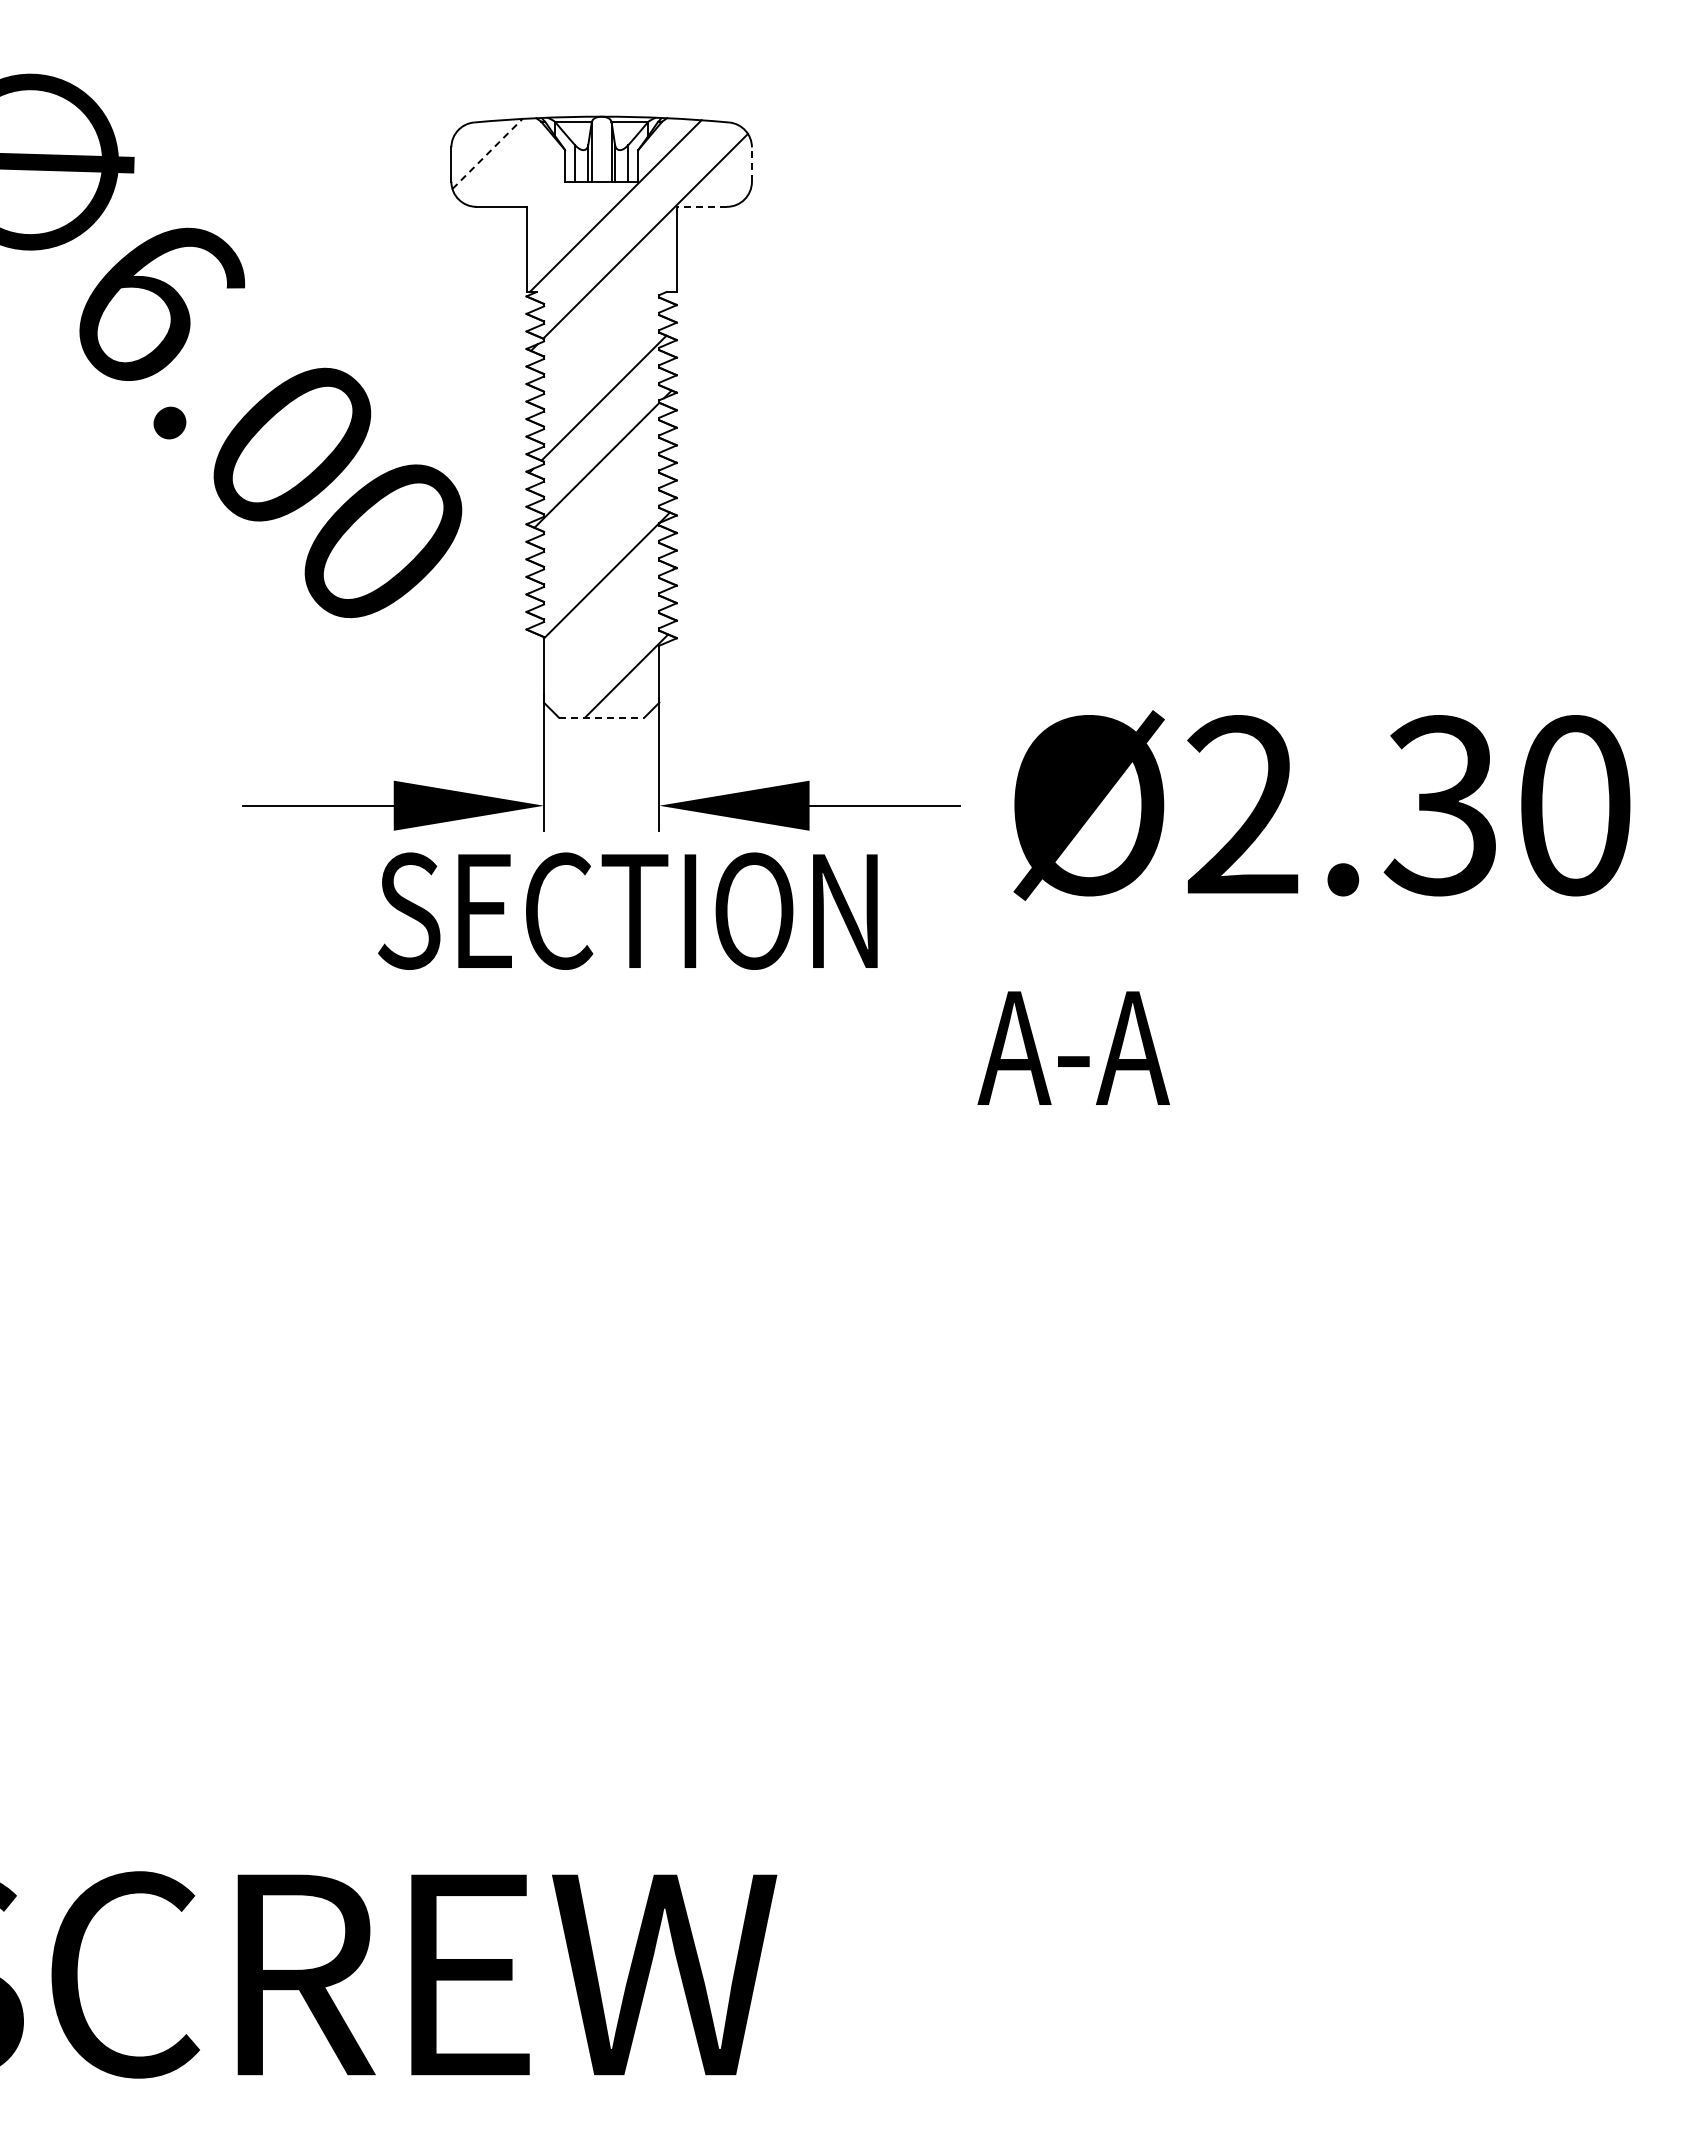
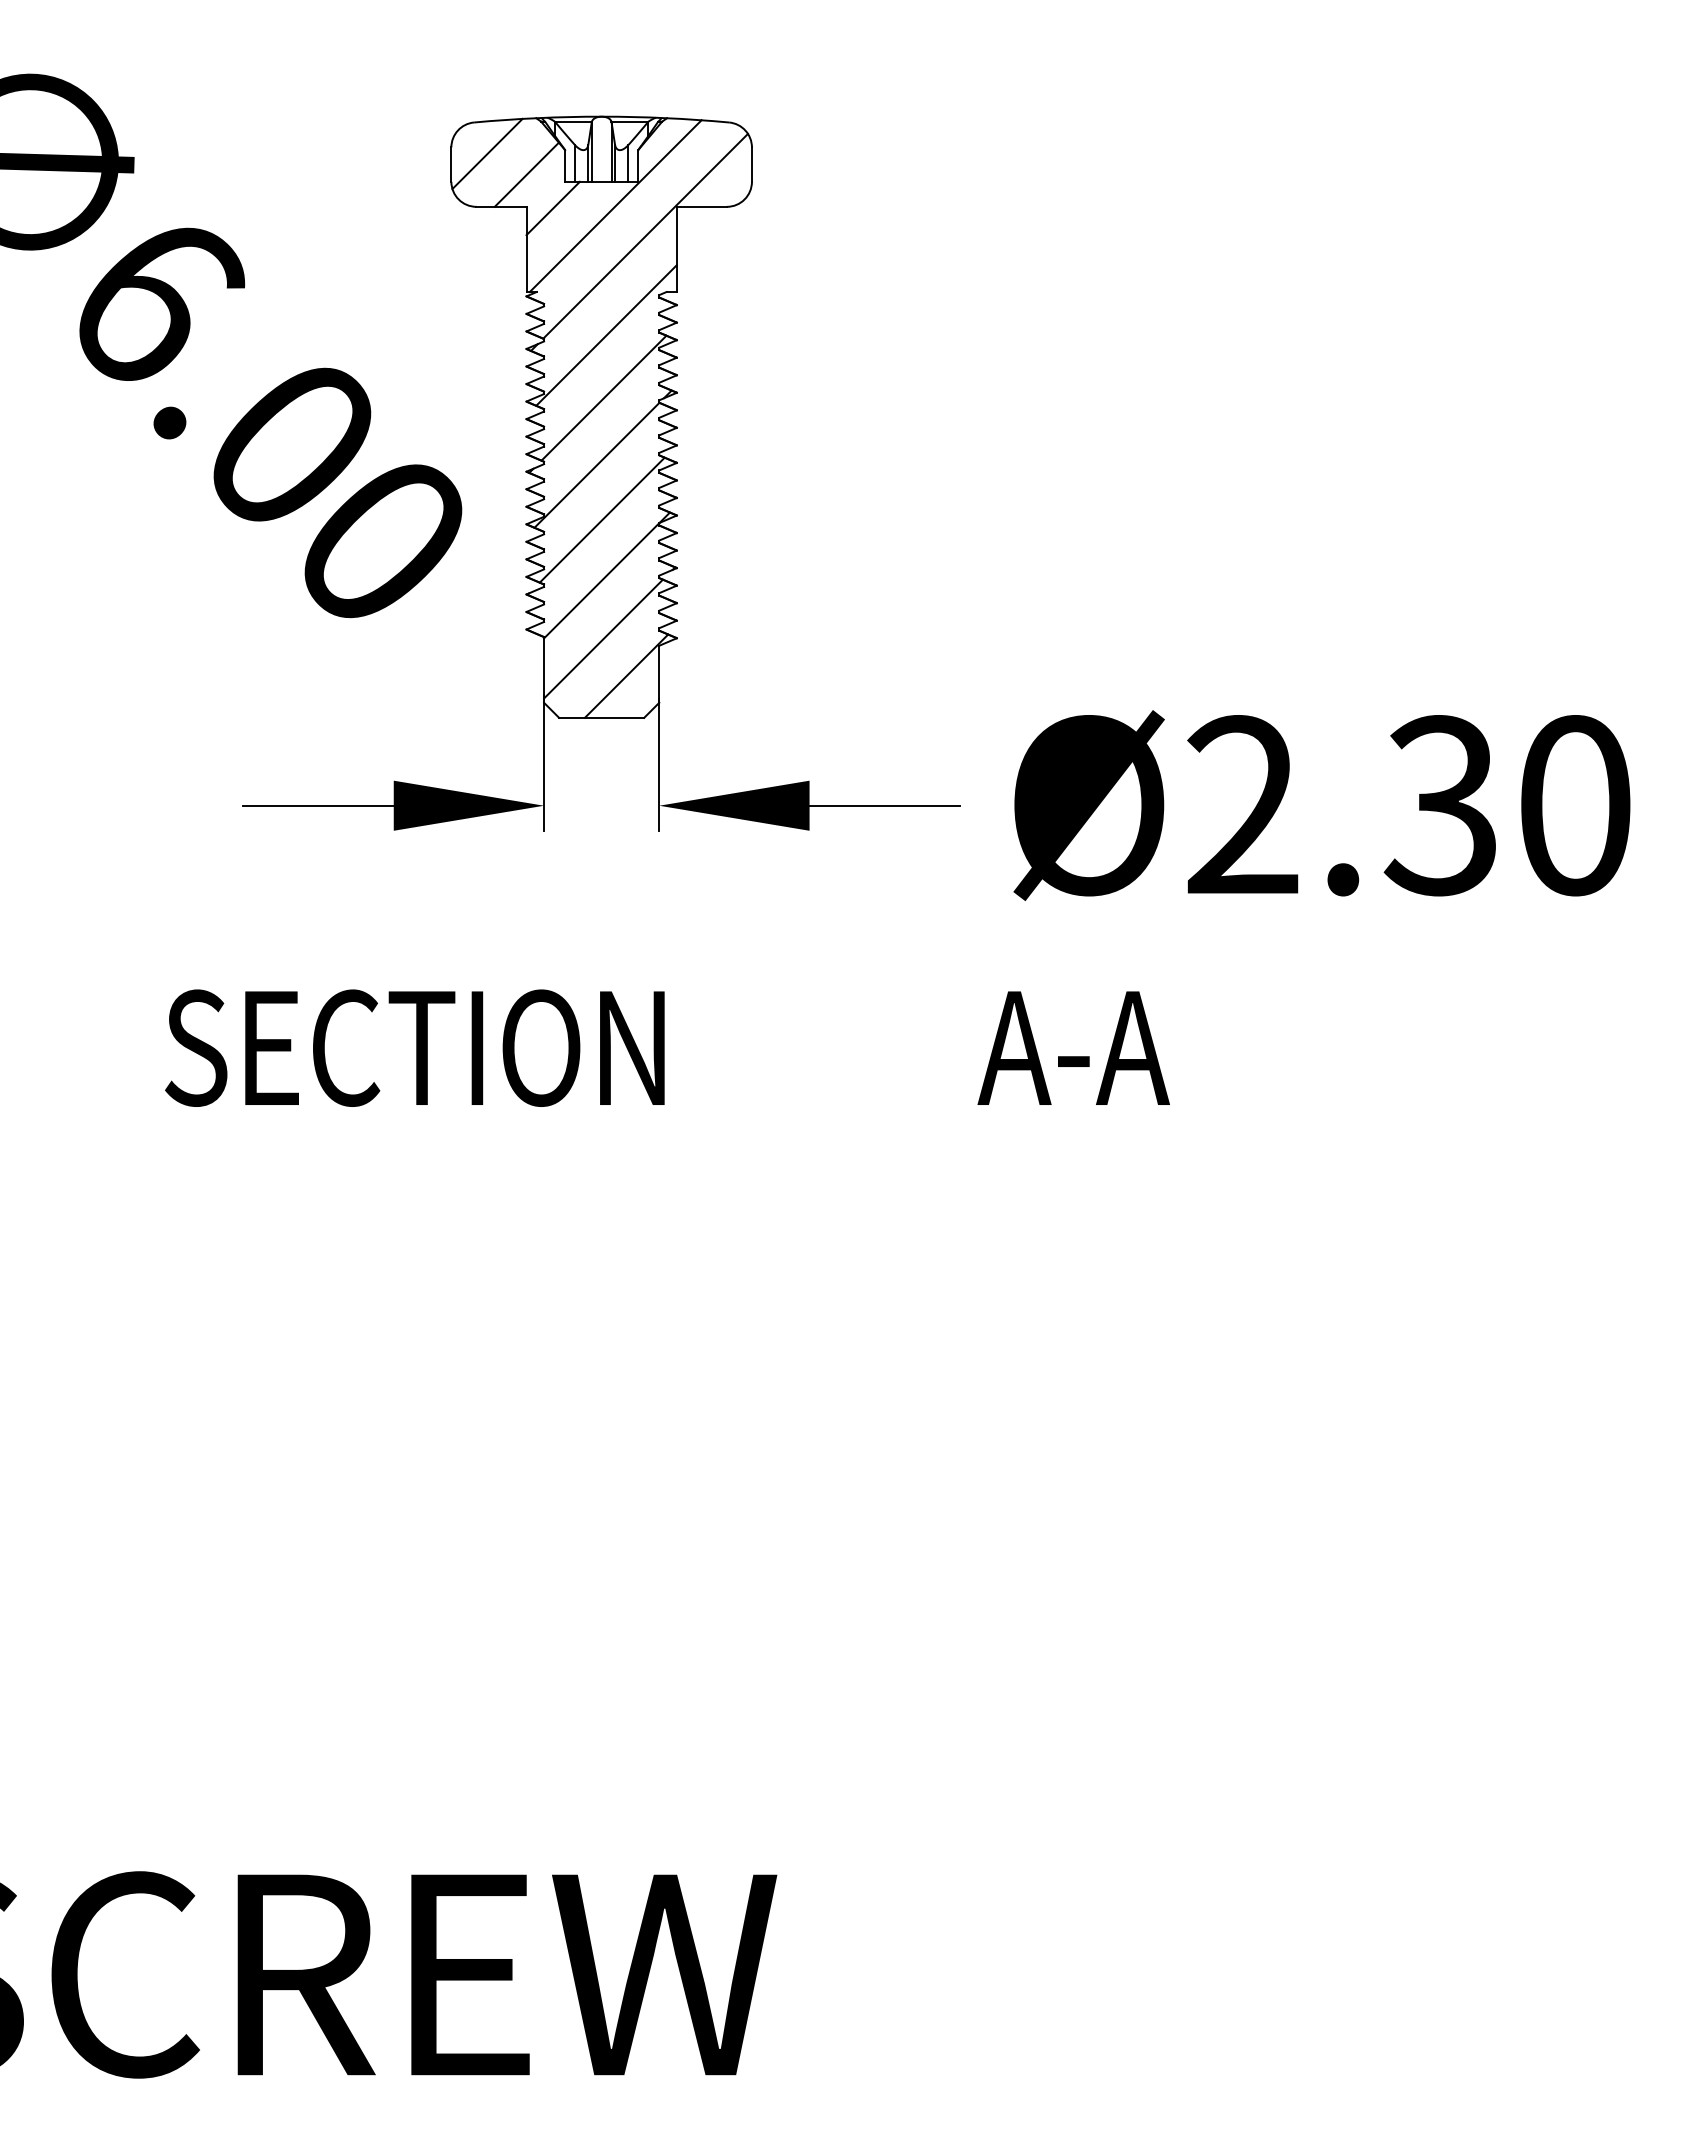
line at (487, 153): dashed -> solid
line at (751, 164): dashed -> solid
line at (526, 174): none -> present
line at (701, 206): dashed -> solid
line at (552, 208): none -> present
line at (606, 335): none -> present
line at (601, 519): none -> present
line at (603, 638): none -> present
line at (601, 717): dashed -> solid
text at (627, 910) position: (627, 910) -> (414, 1047)
